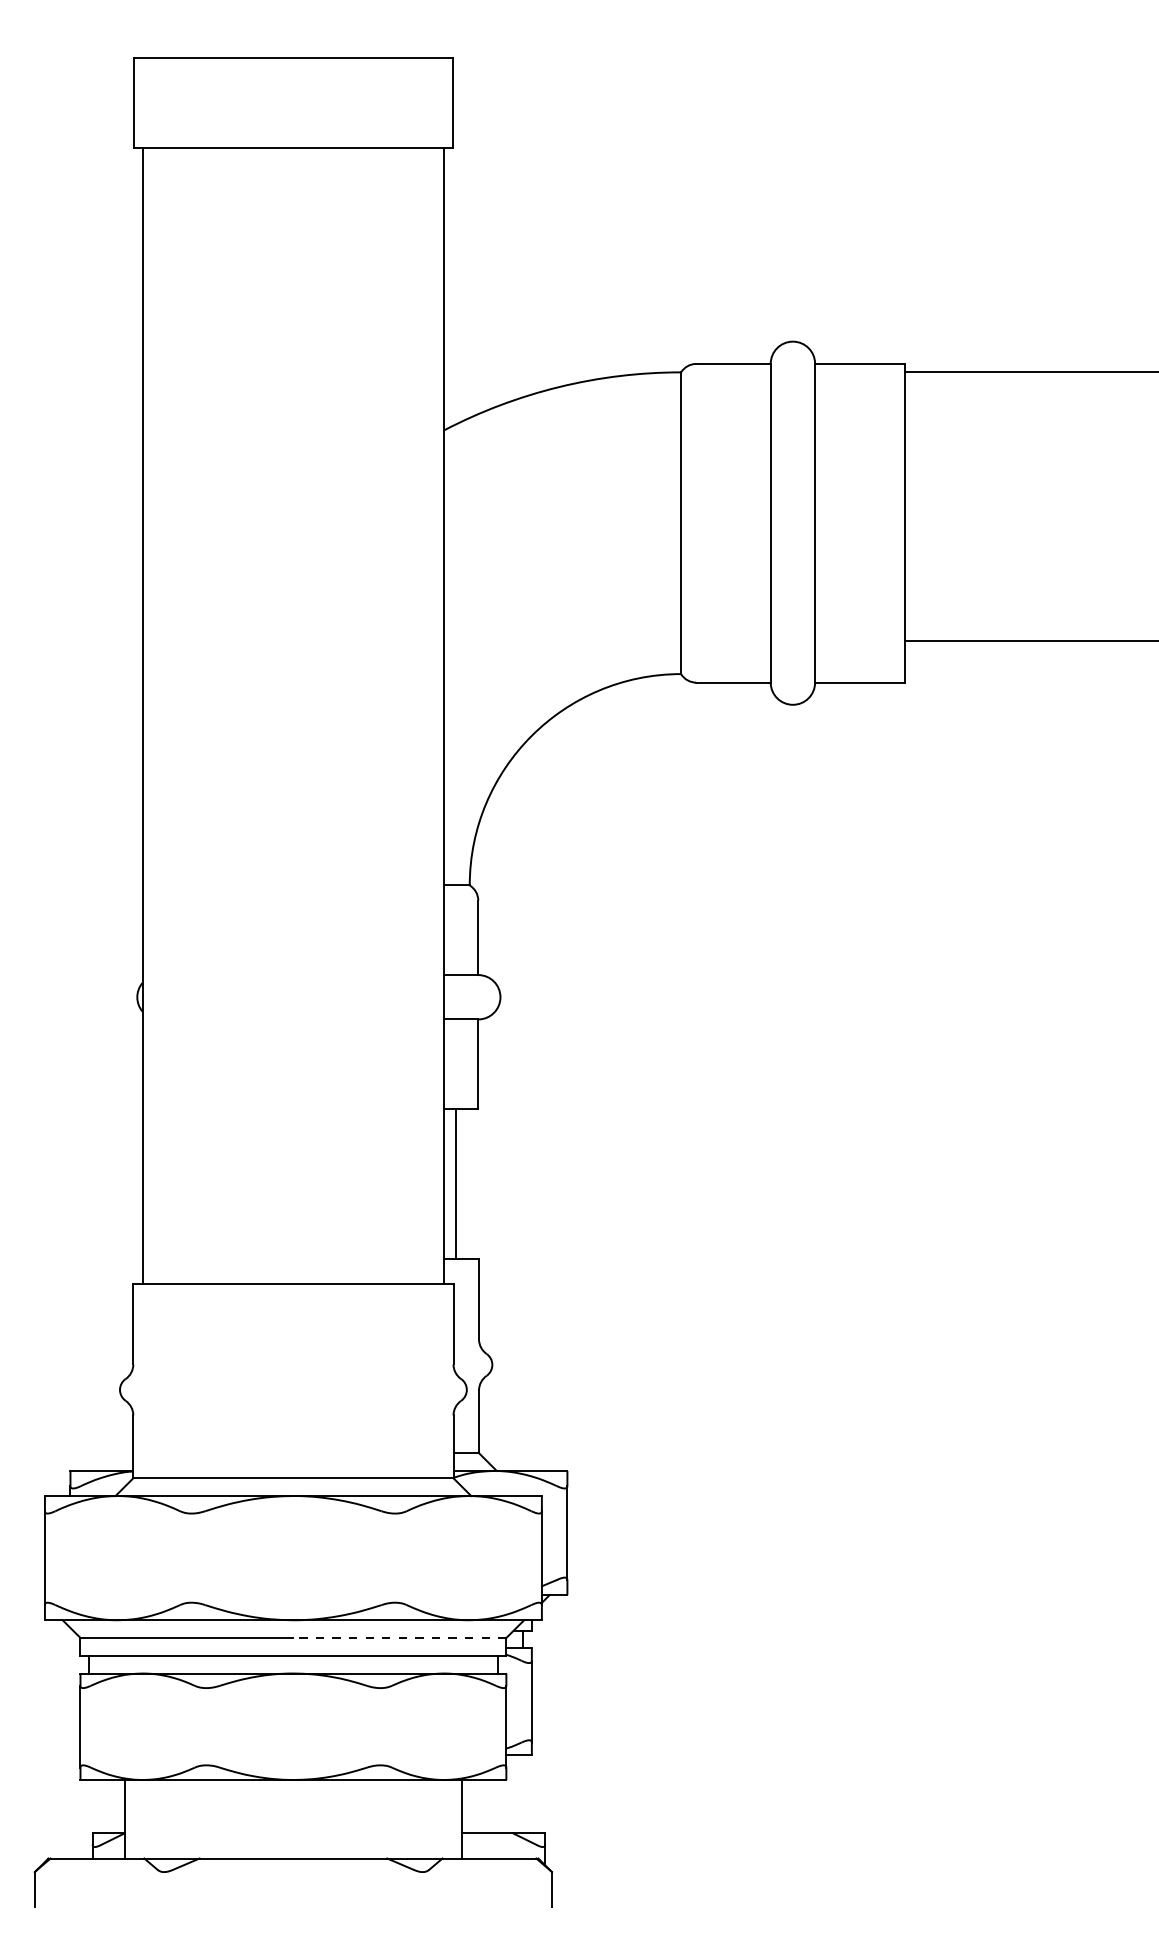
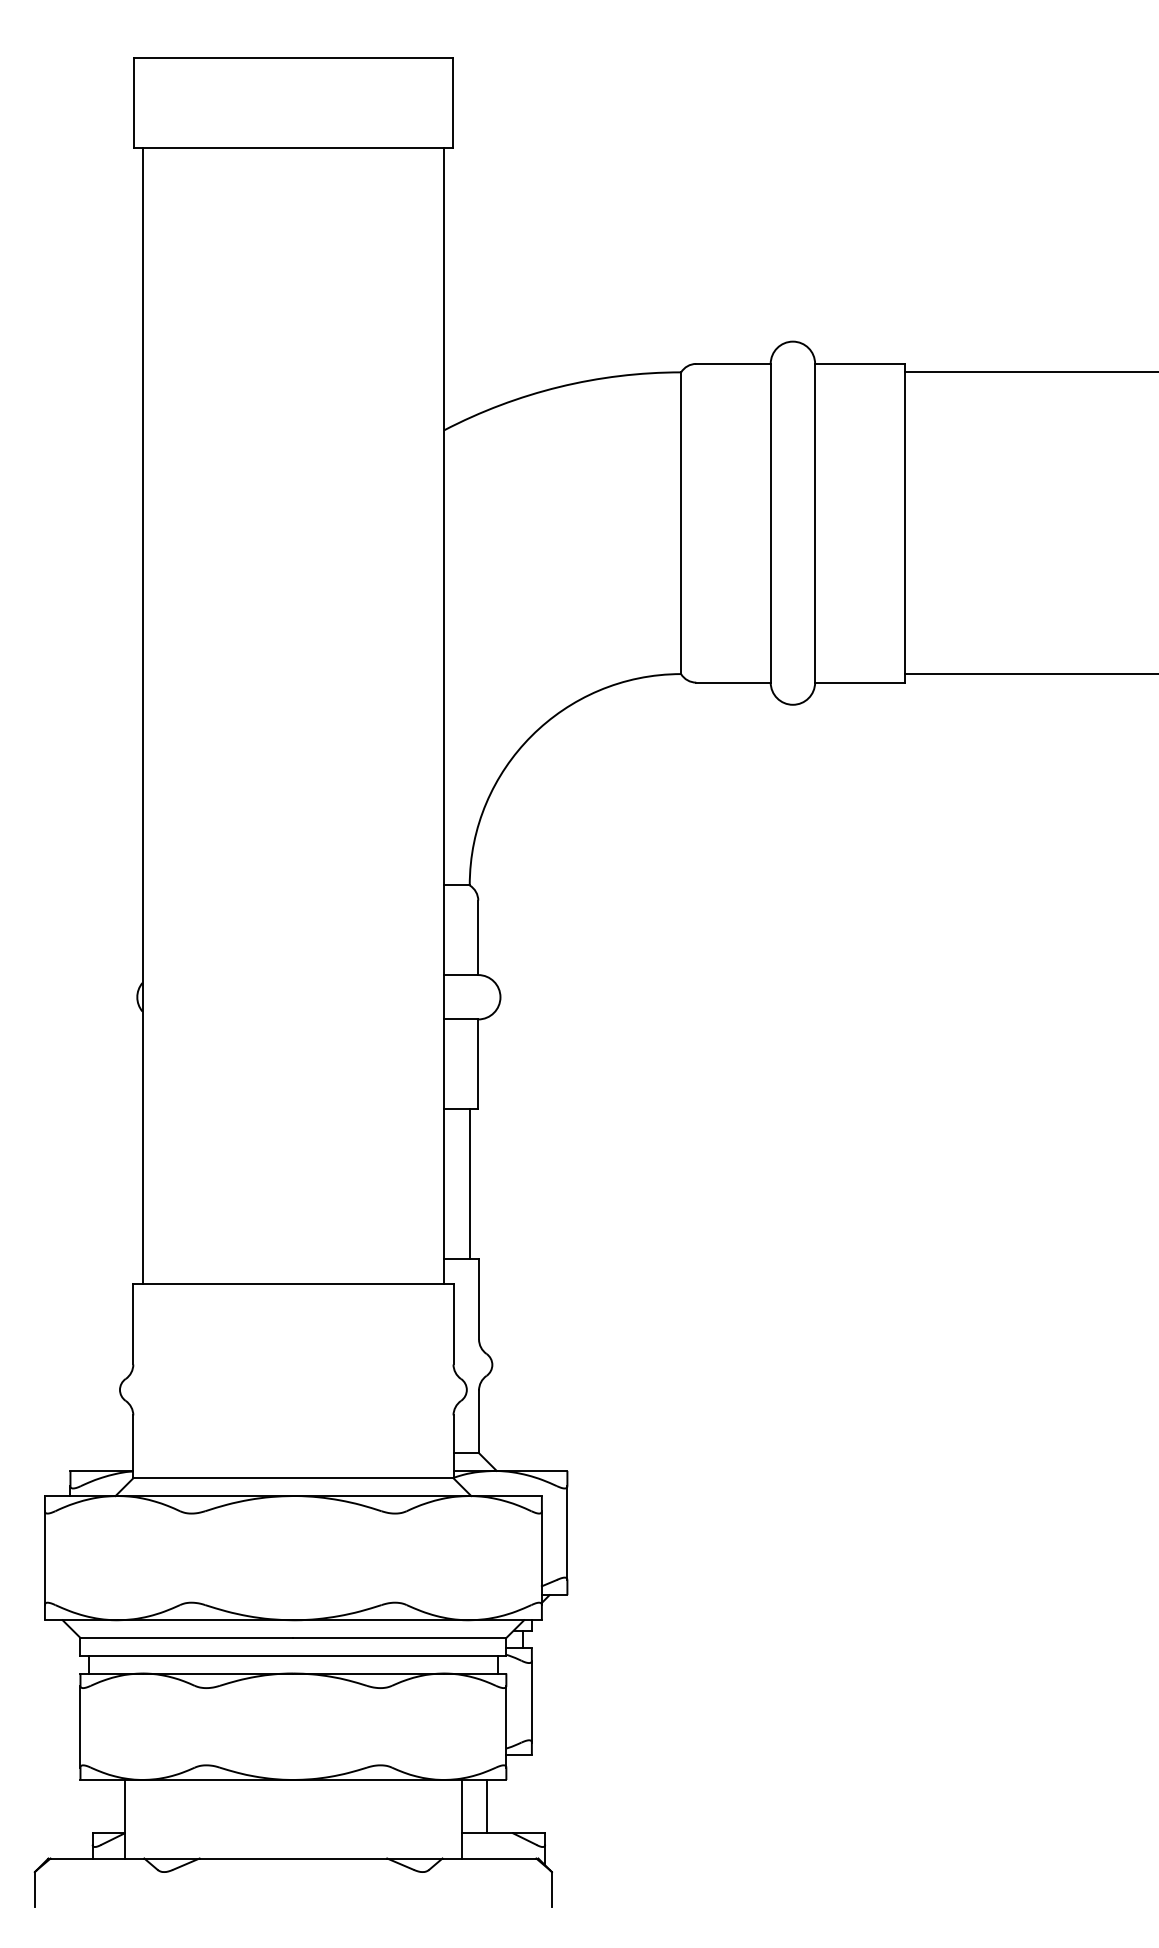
line at (1029, 641) position: (1029, 641) -> (1029, 674)
line at (455, 1183) position: (455, 1183) -> (469, 1183)
line at (399, 1637): dashed -> solid
line at (487, 1806): none -> present
